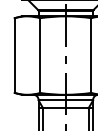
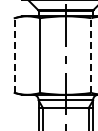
line at (14, 55): solid -> dashed
line at (91, 55): solid -> dashed
